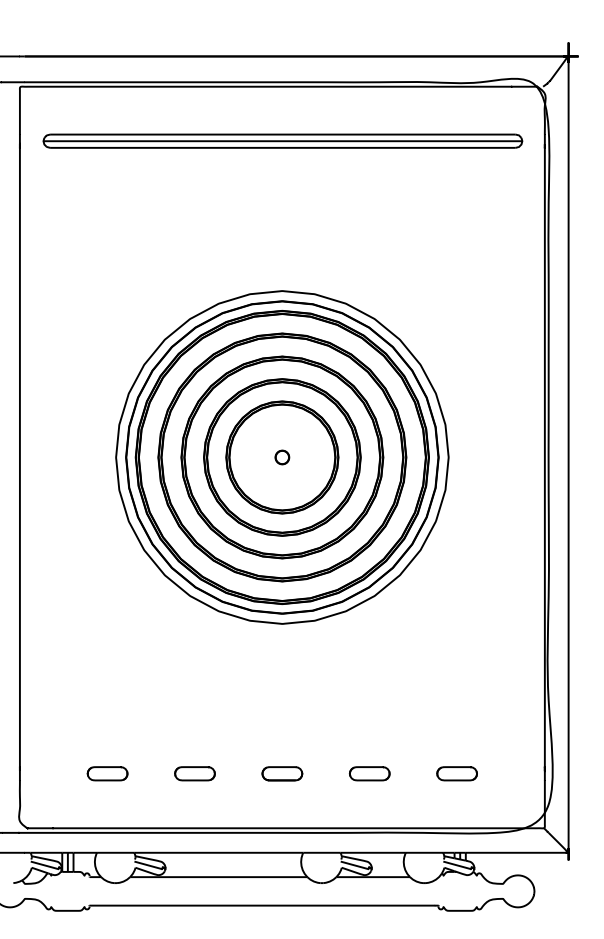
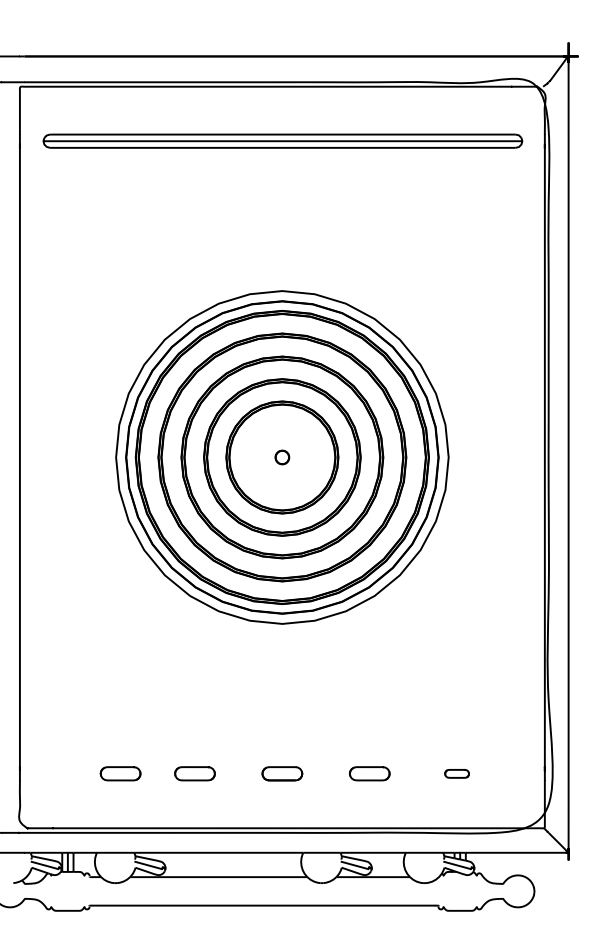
part at (107, 773) position: (107, 773) -> (120, 773)
part at (456, 773) size: 42x16 px -> 26x10 px
